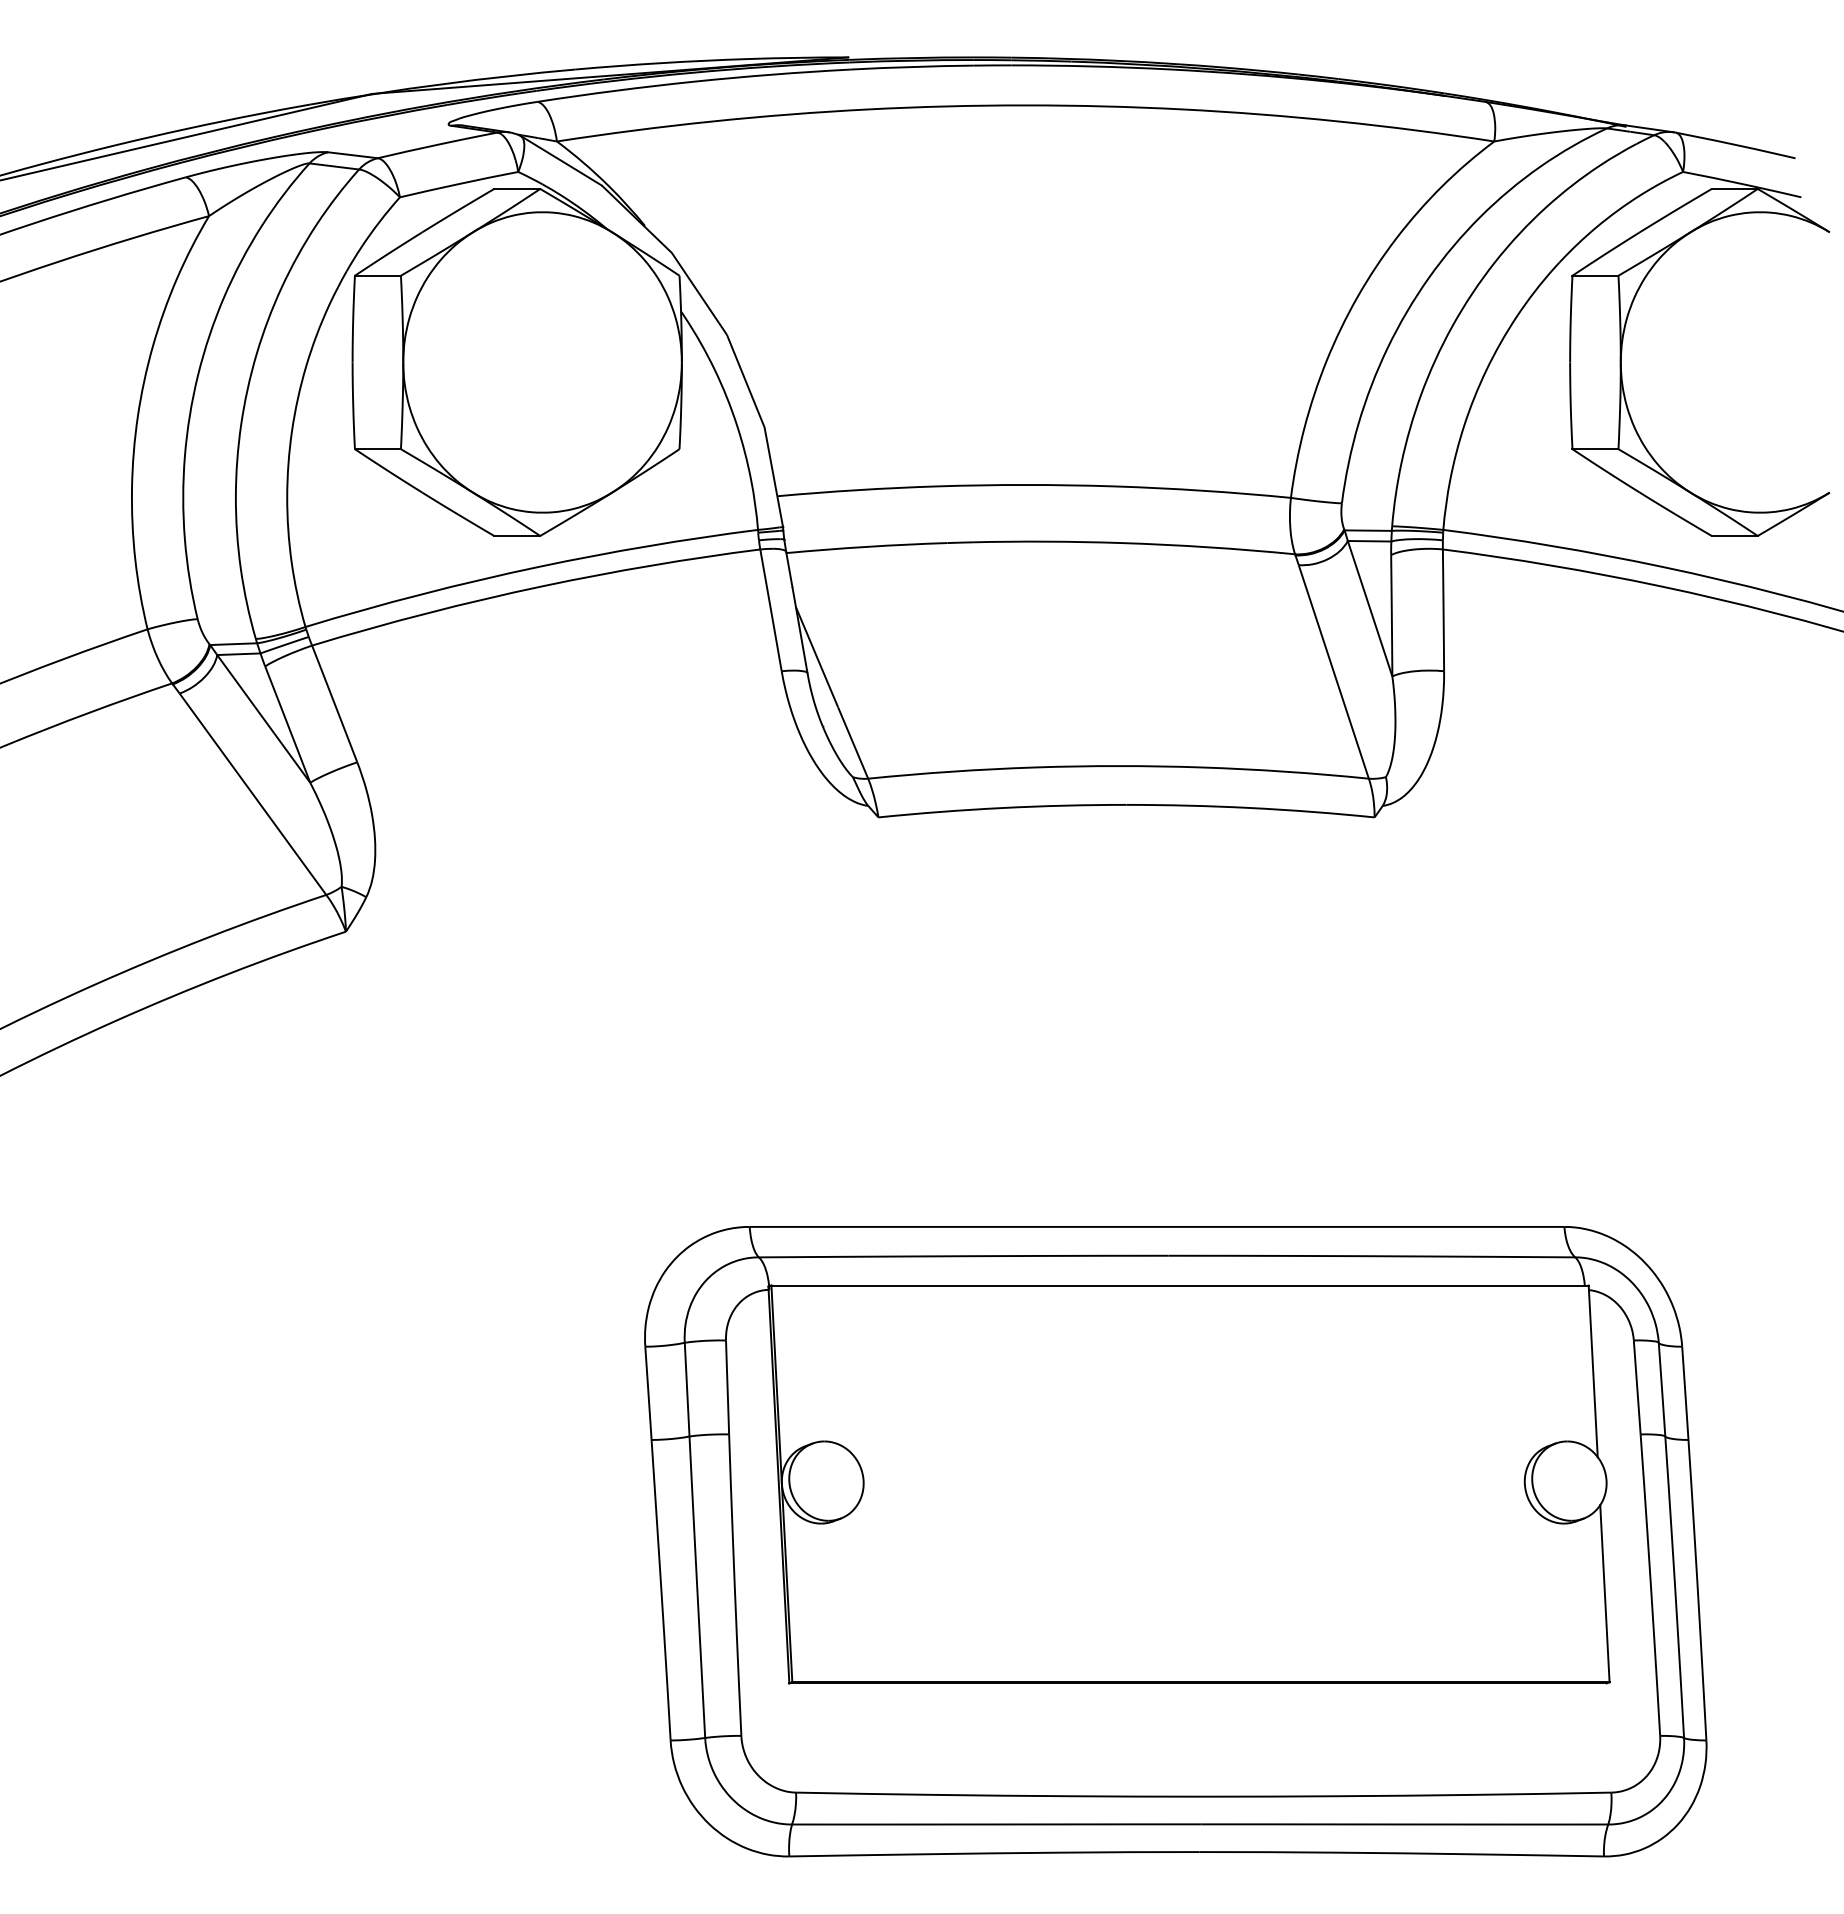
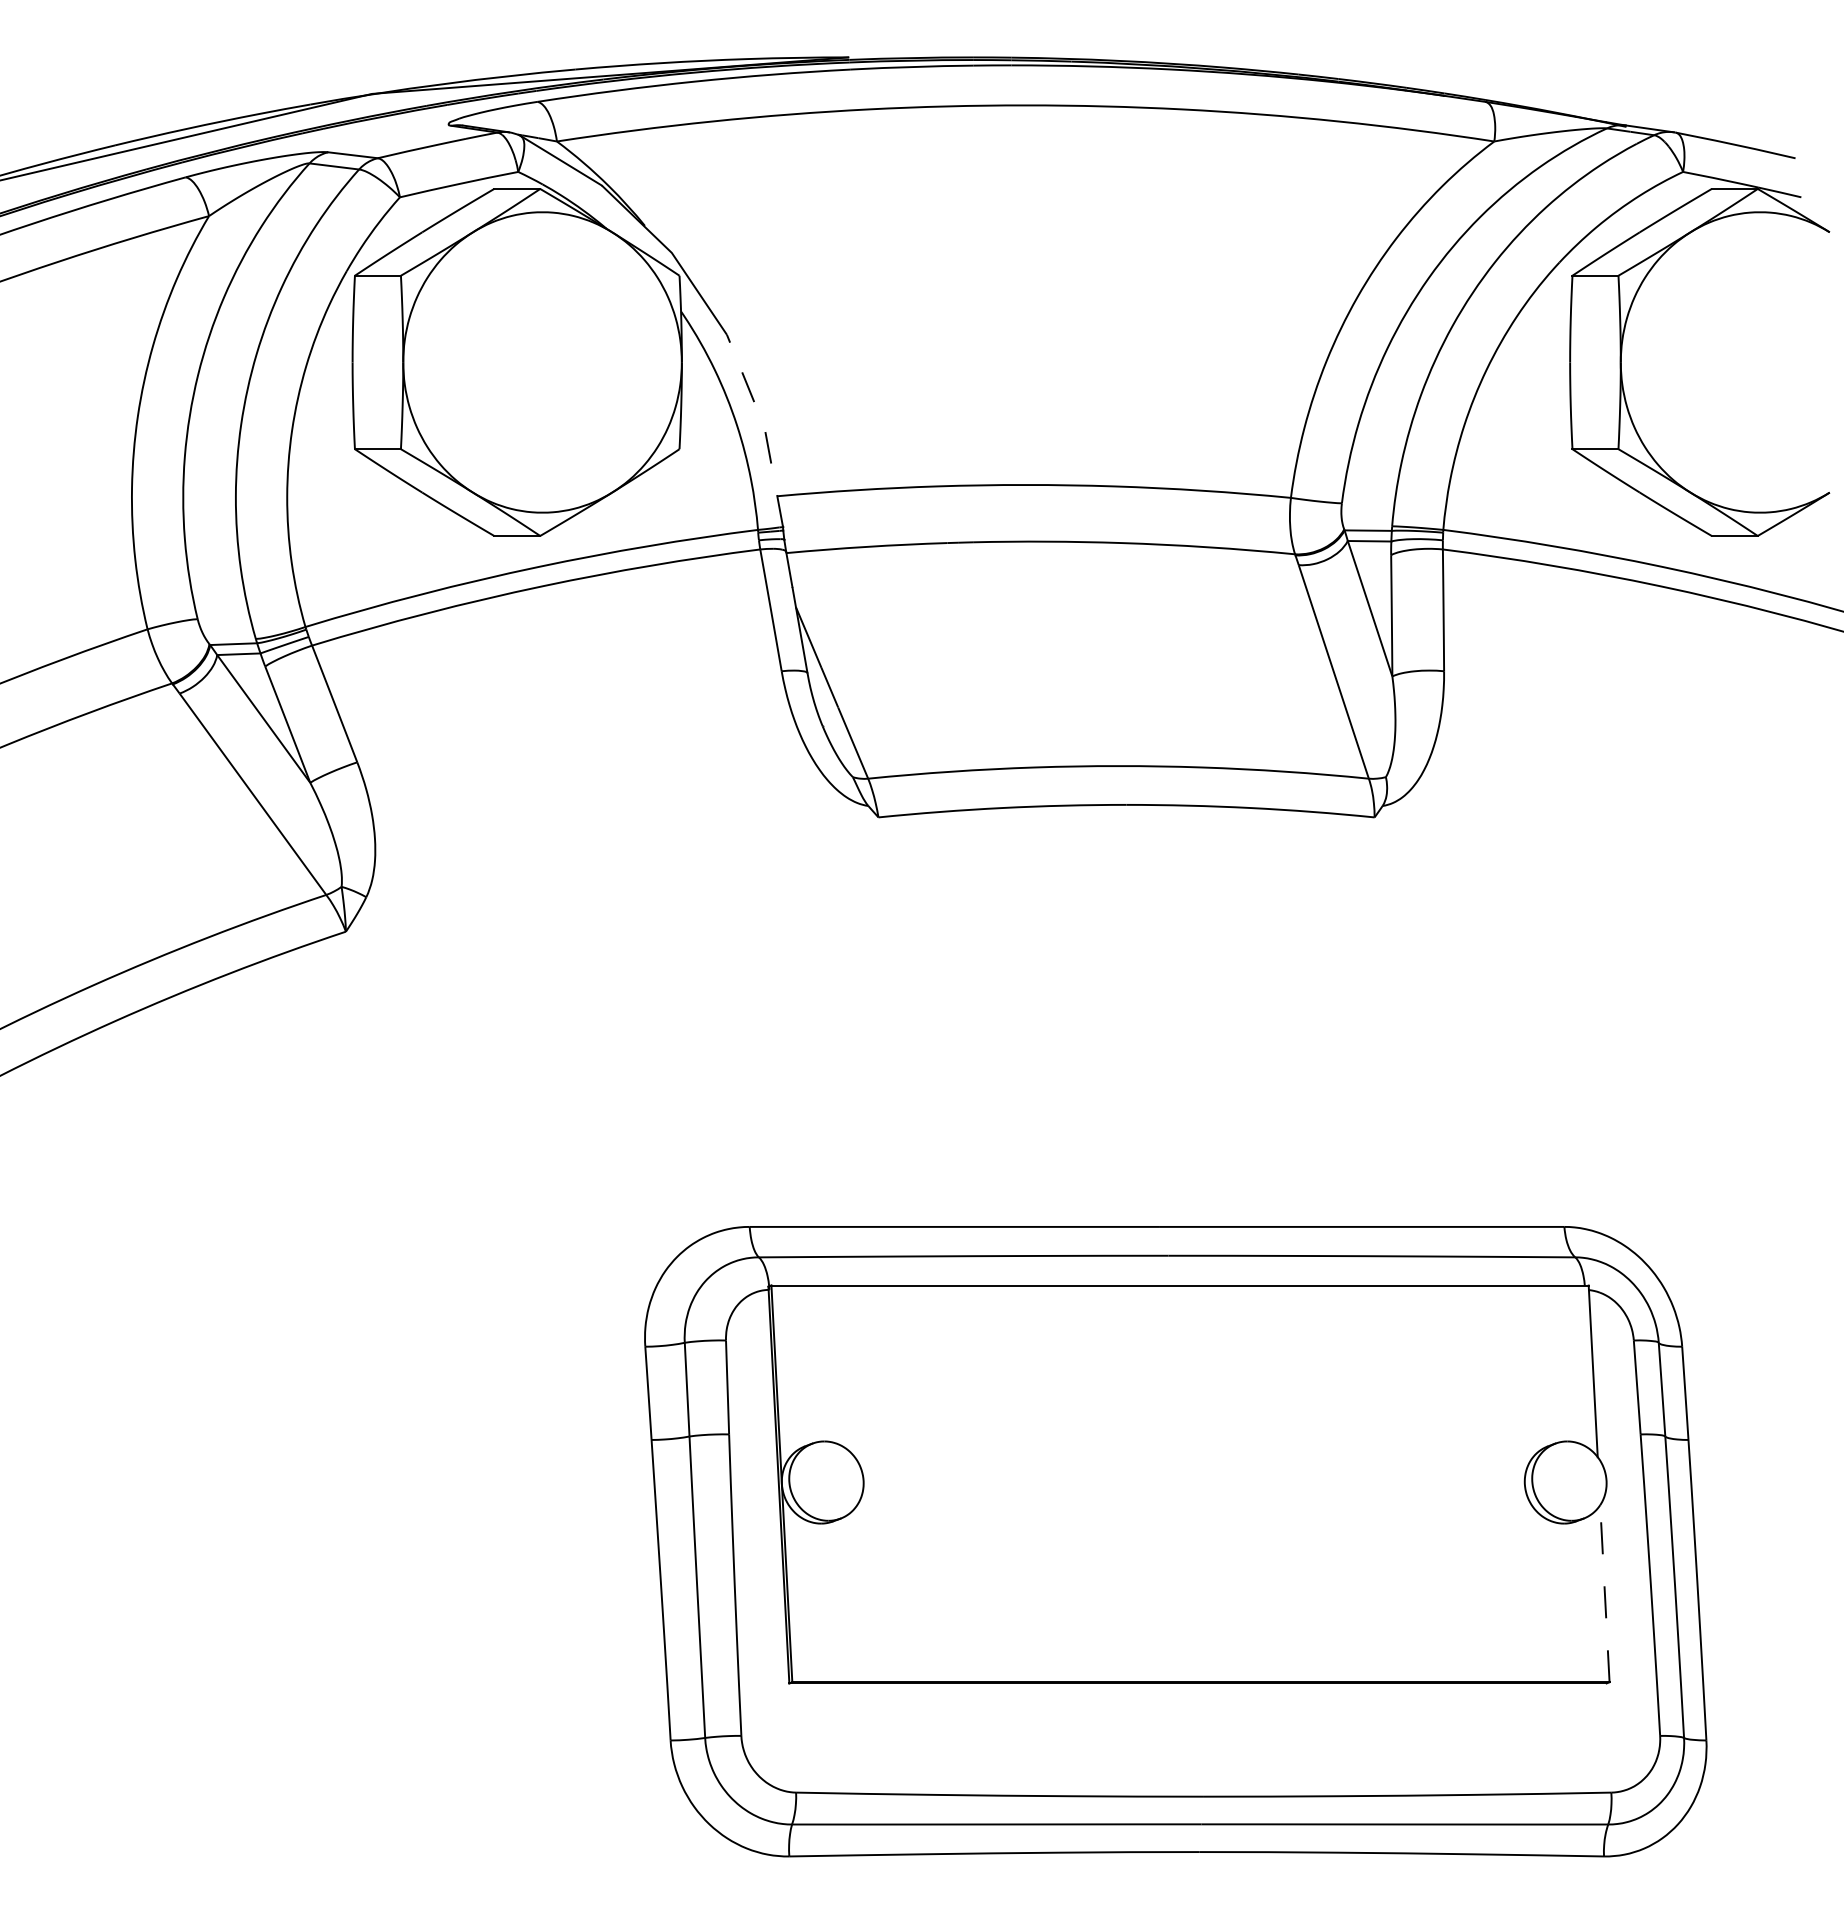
line at (764, 427): solid -> dashed
line at (1604, 1593): solid -> dashed
